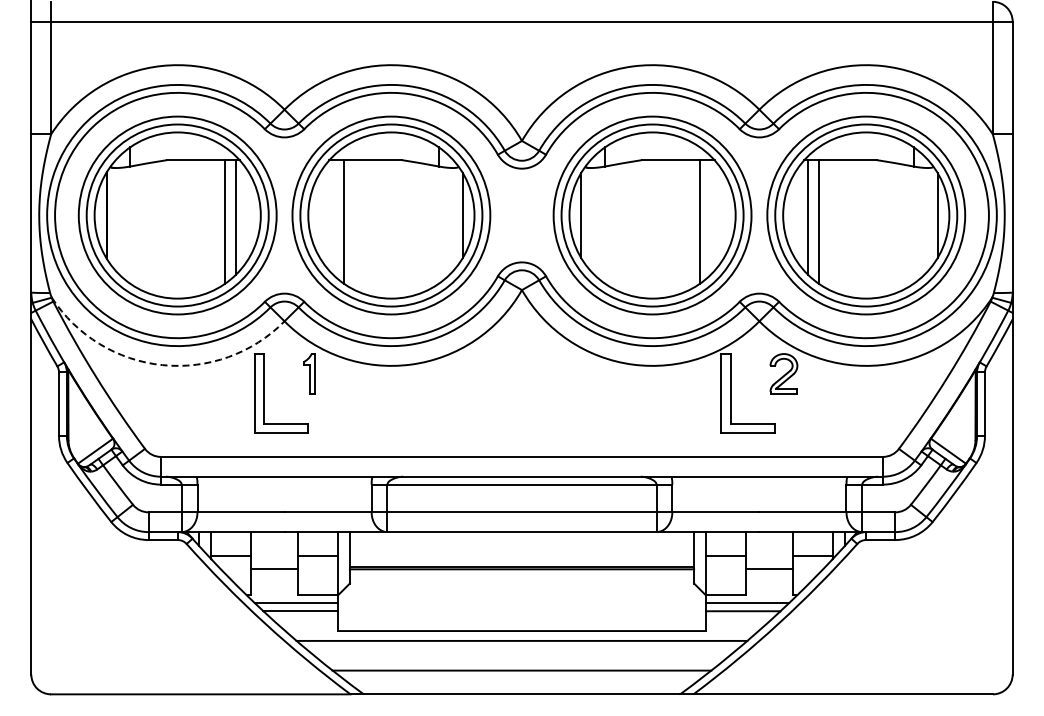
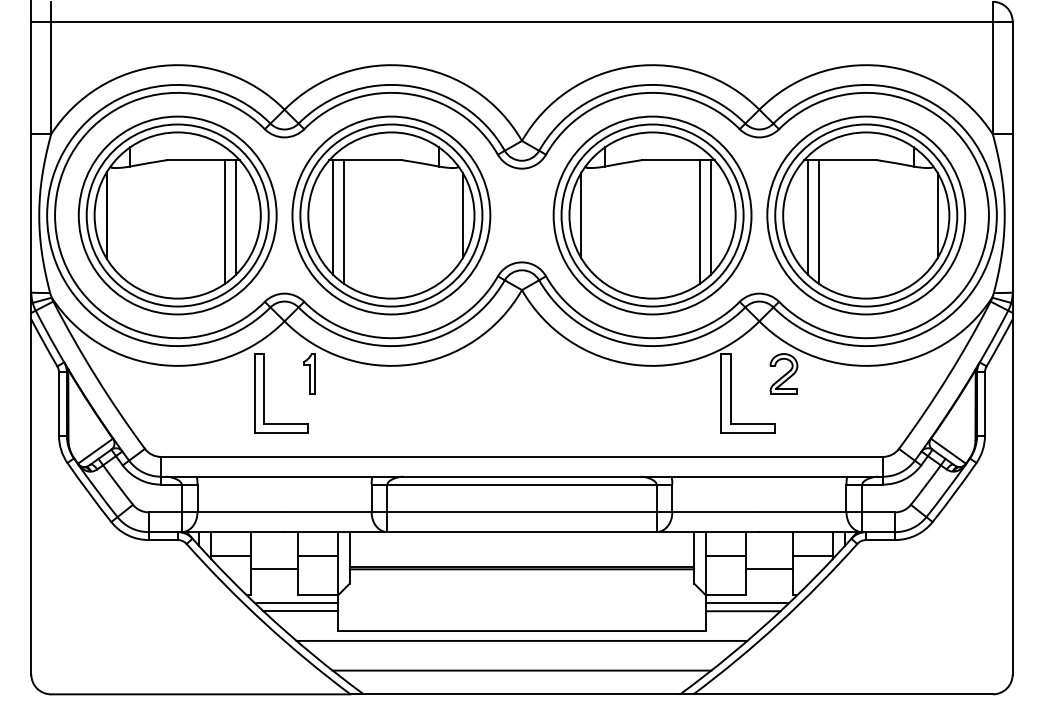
line at (333, 217): none -> present
line at (710, 217): none -> present
arc at (162, 365): dashed -> solid
